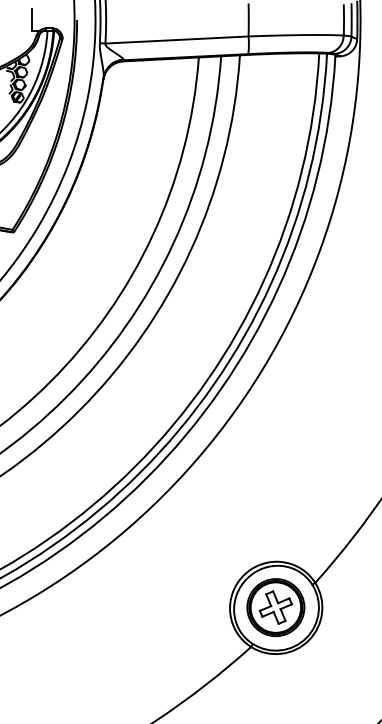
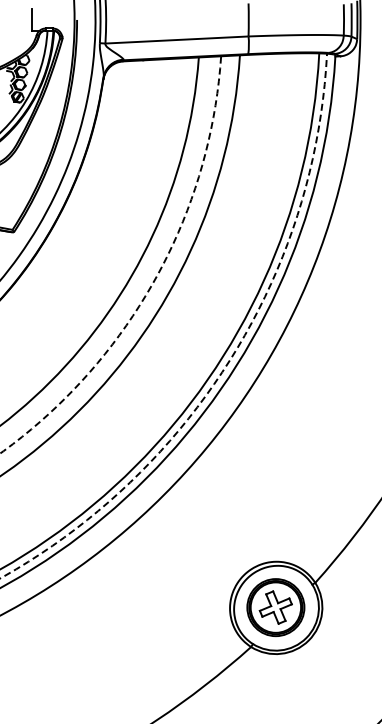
arc at (156, 277): solid -> dashed
arc at (230, 360): solid -> dashed
